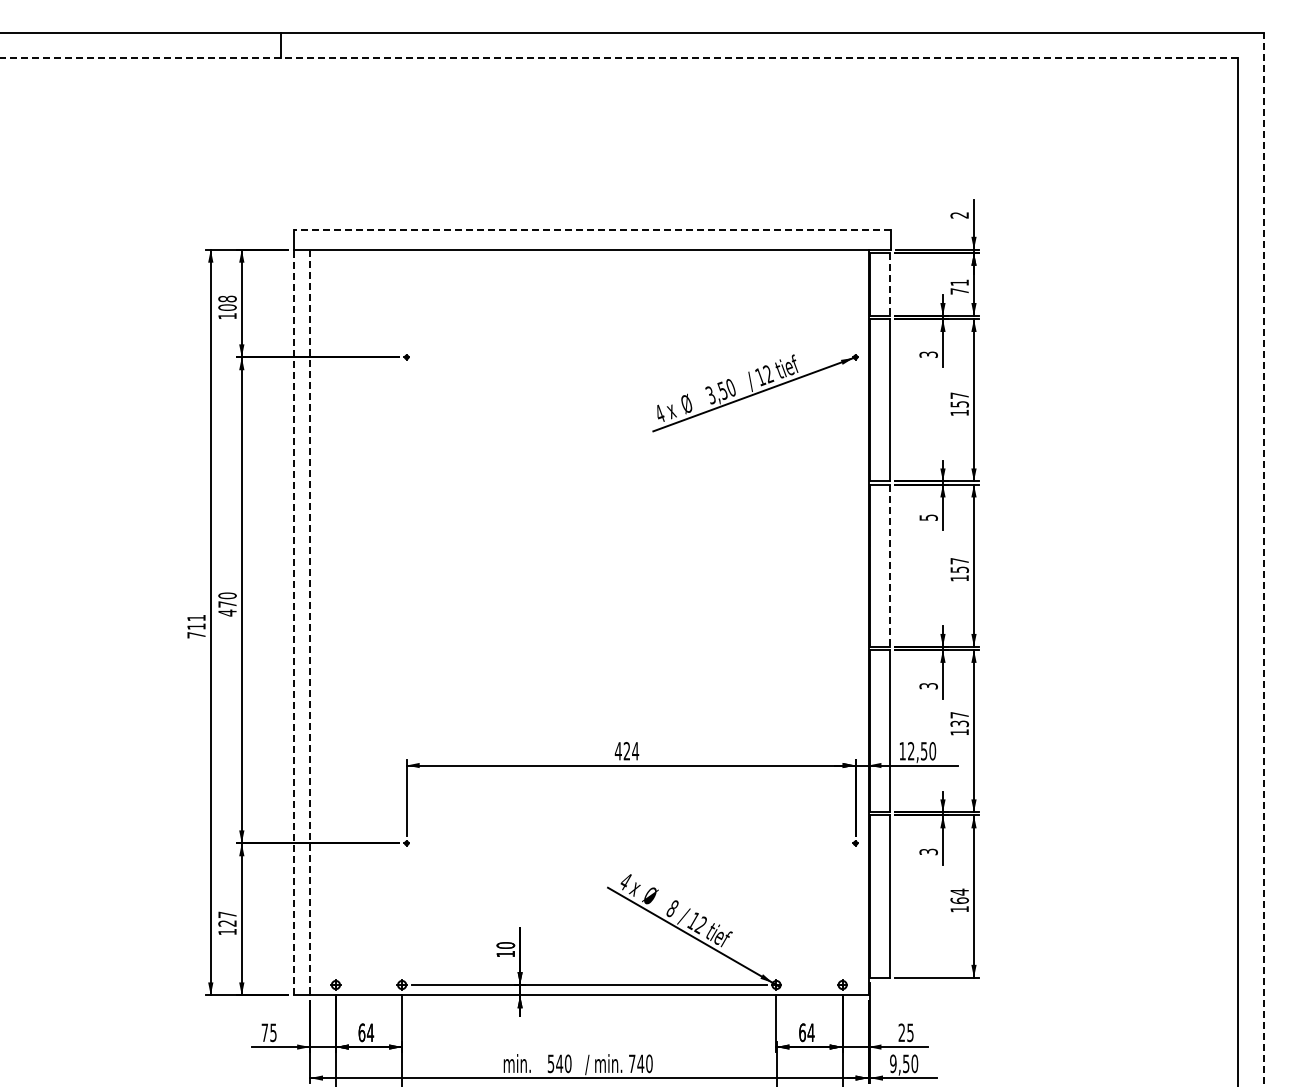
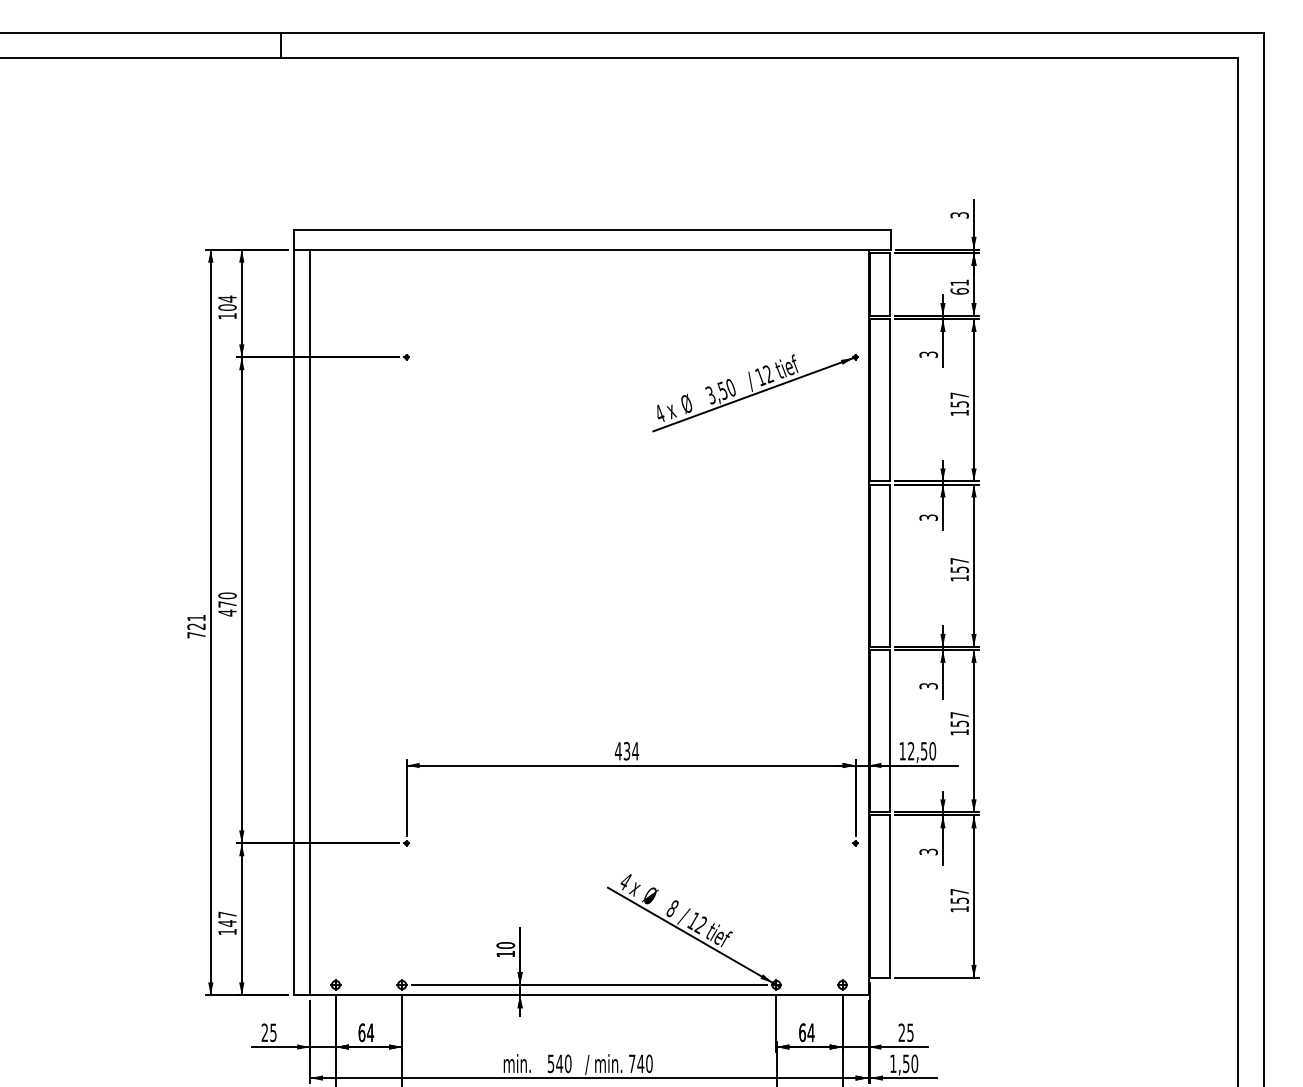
line at (619, 58): dashed -> solid
text at (959, 215): 2 -> 3
line at (592, 230): dashed -> solid
line at (889, 284): dashed -> solid
text at (959, 291): 71 -> 61
text at (227, 298): 108 -> 104
text at (928, 517): 5 -> 3
line at (1263, 559): dashed -> solid
line at (889, 566): dashed -> solid
line at (293, 622): dashed -> solid
line at (310, 622): dashed -> solid
text at (196, 626): 711 -> 721
text at (959, 723): 137 -> 157
text at (626, 751): 424 -> 434
text at (959, 895): 164 -> 157
text at (227, 923): 127 -> 147
text at (264, 1032): 75 -> 25
text at (893, 1063): 9,50 -> 1,50
